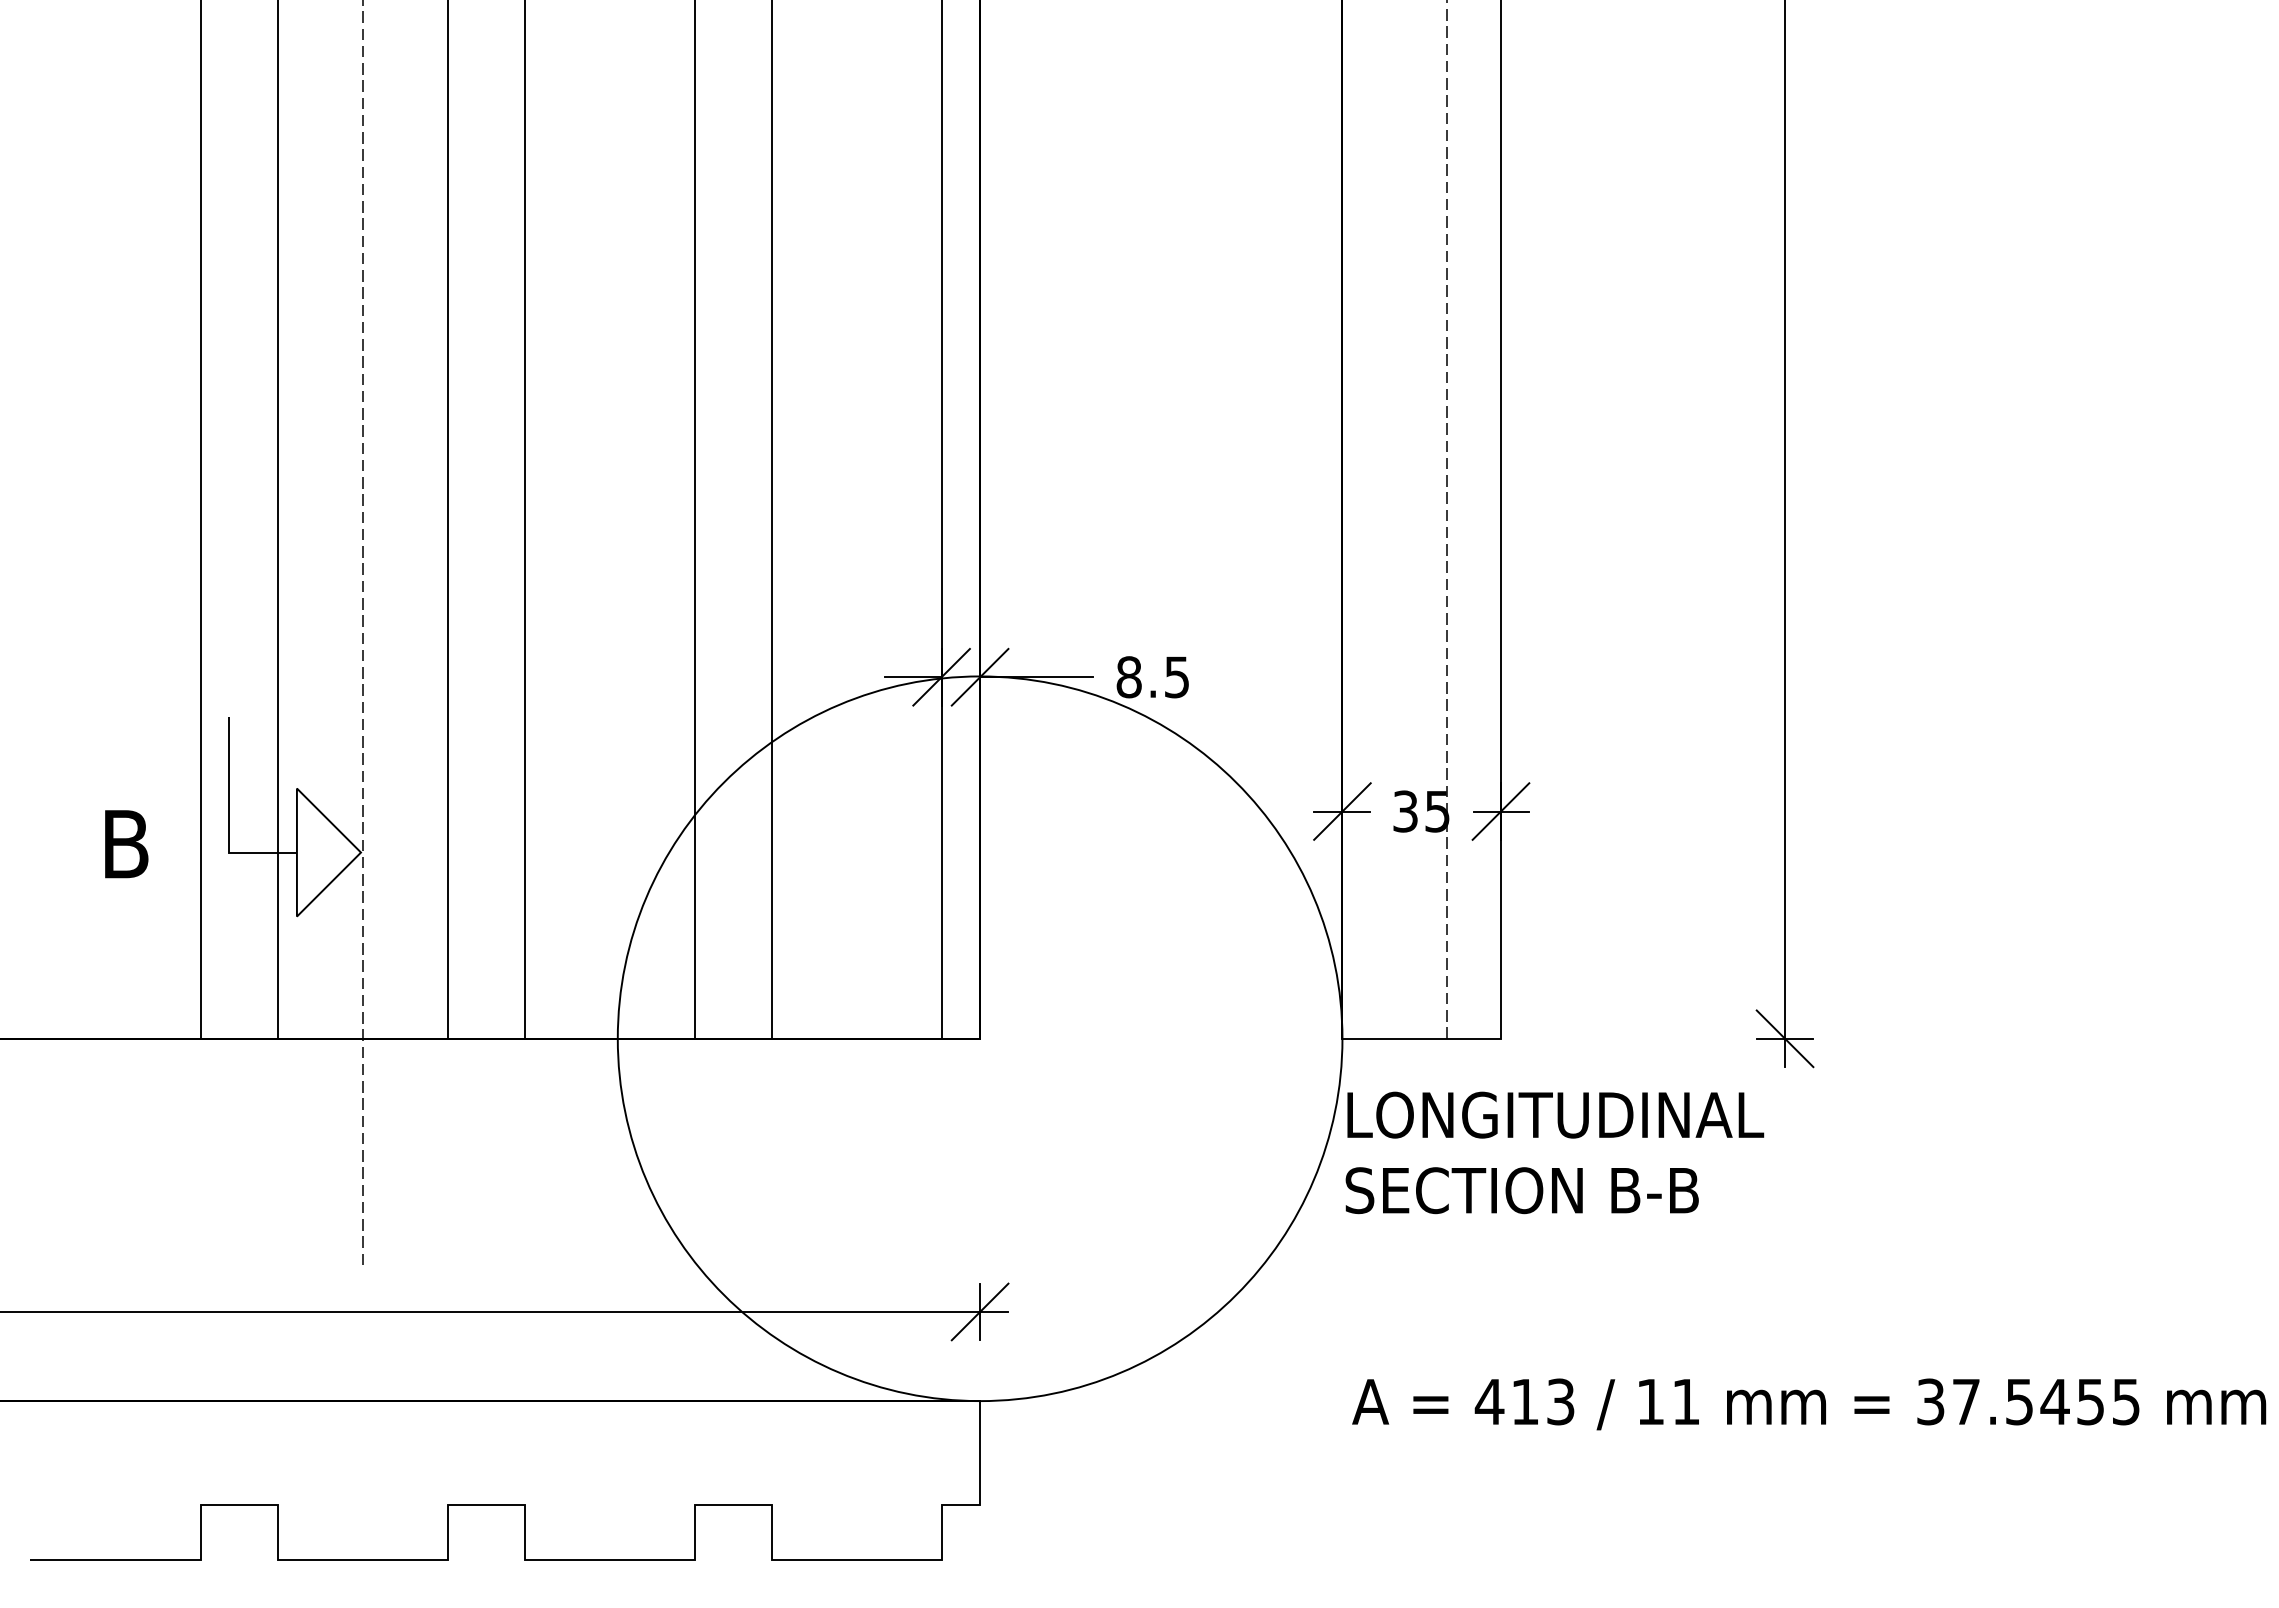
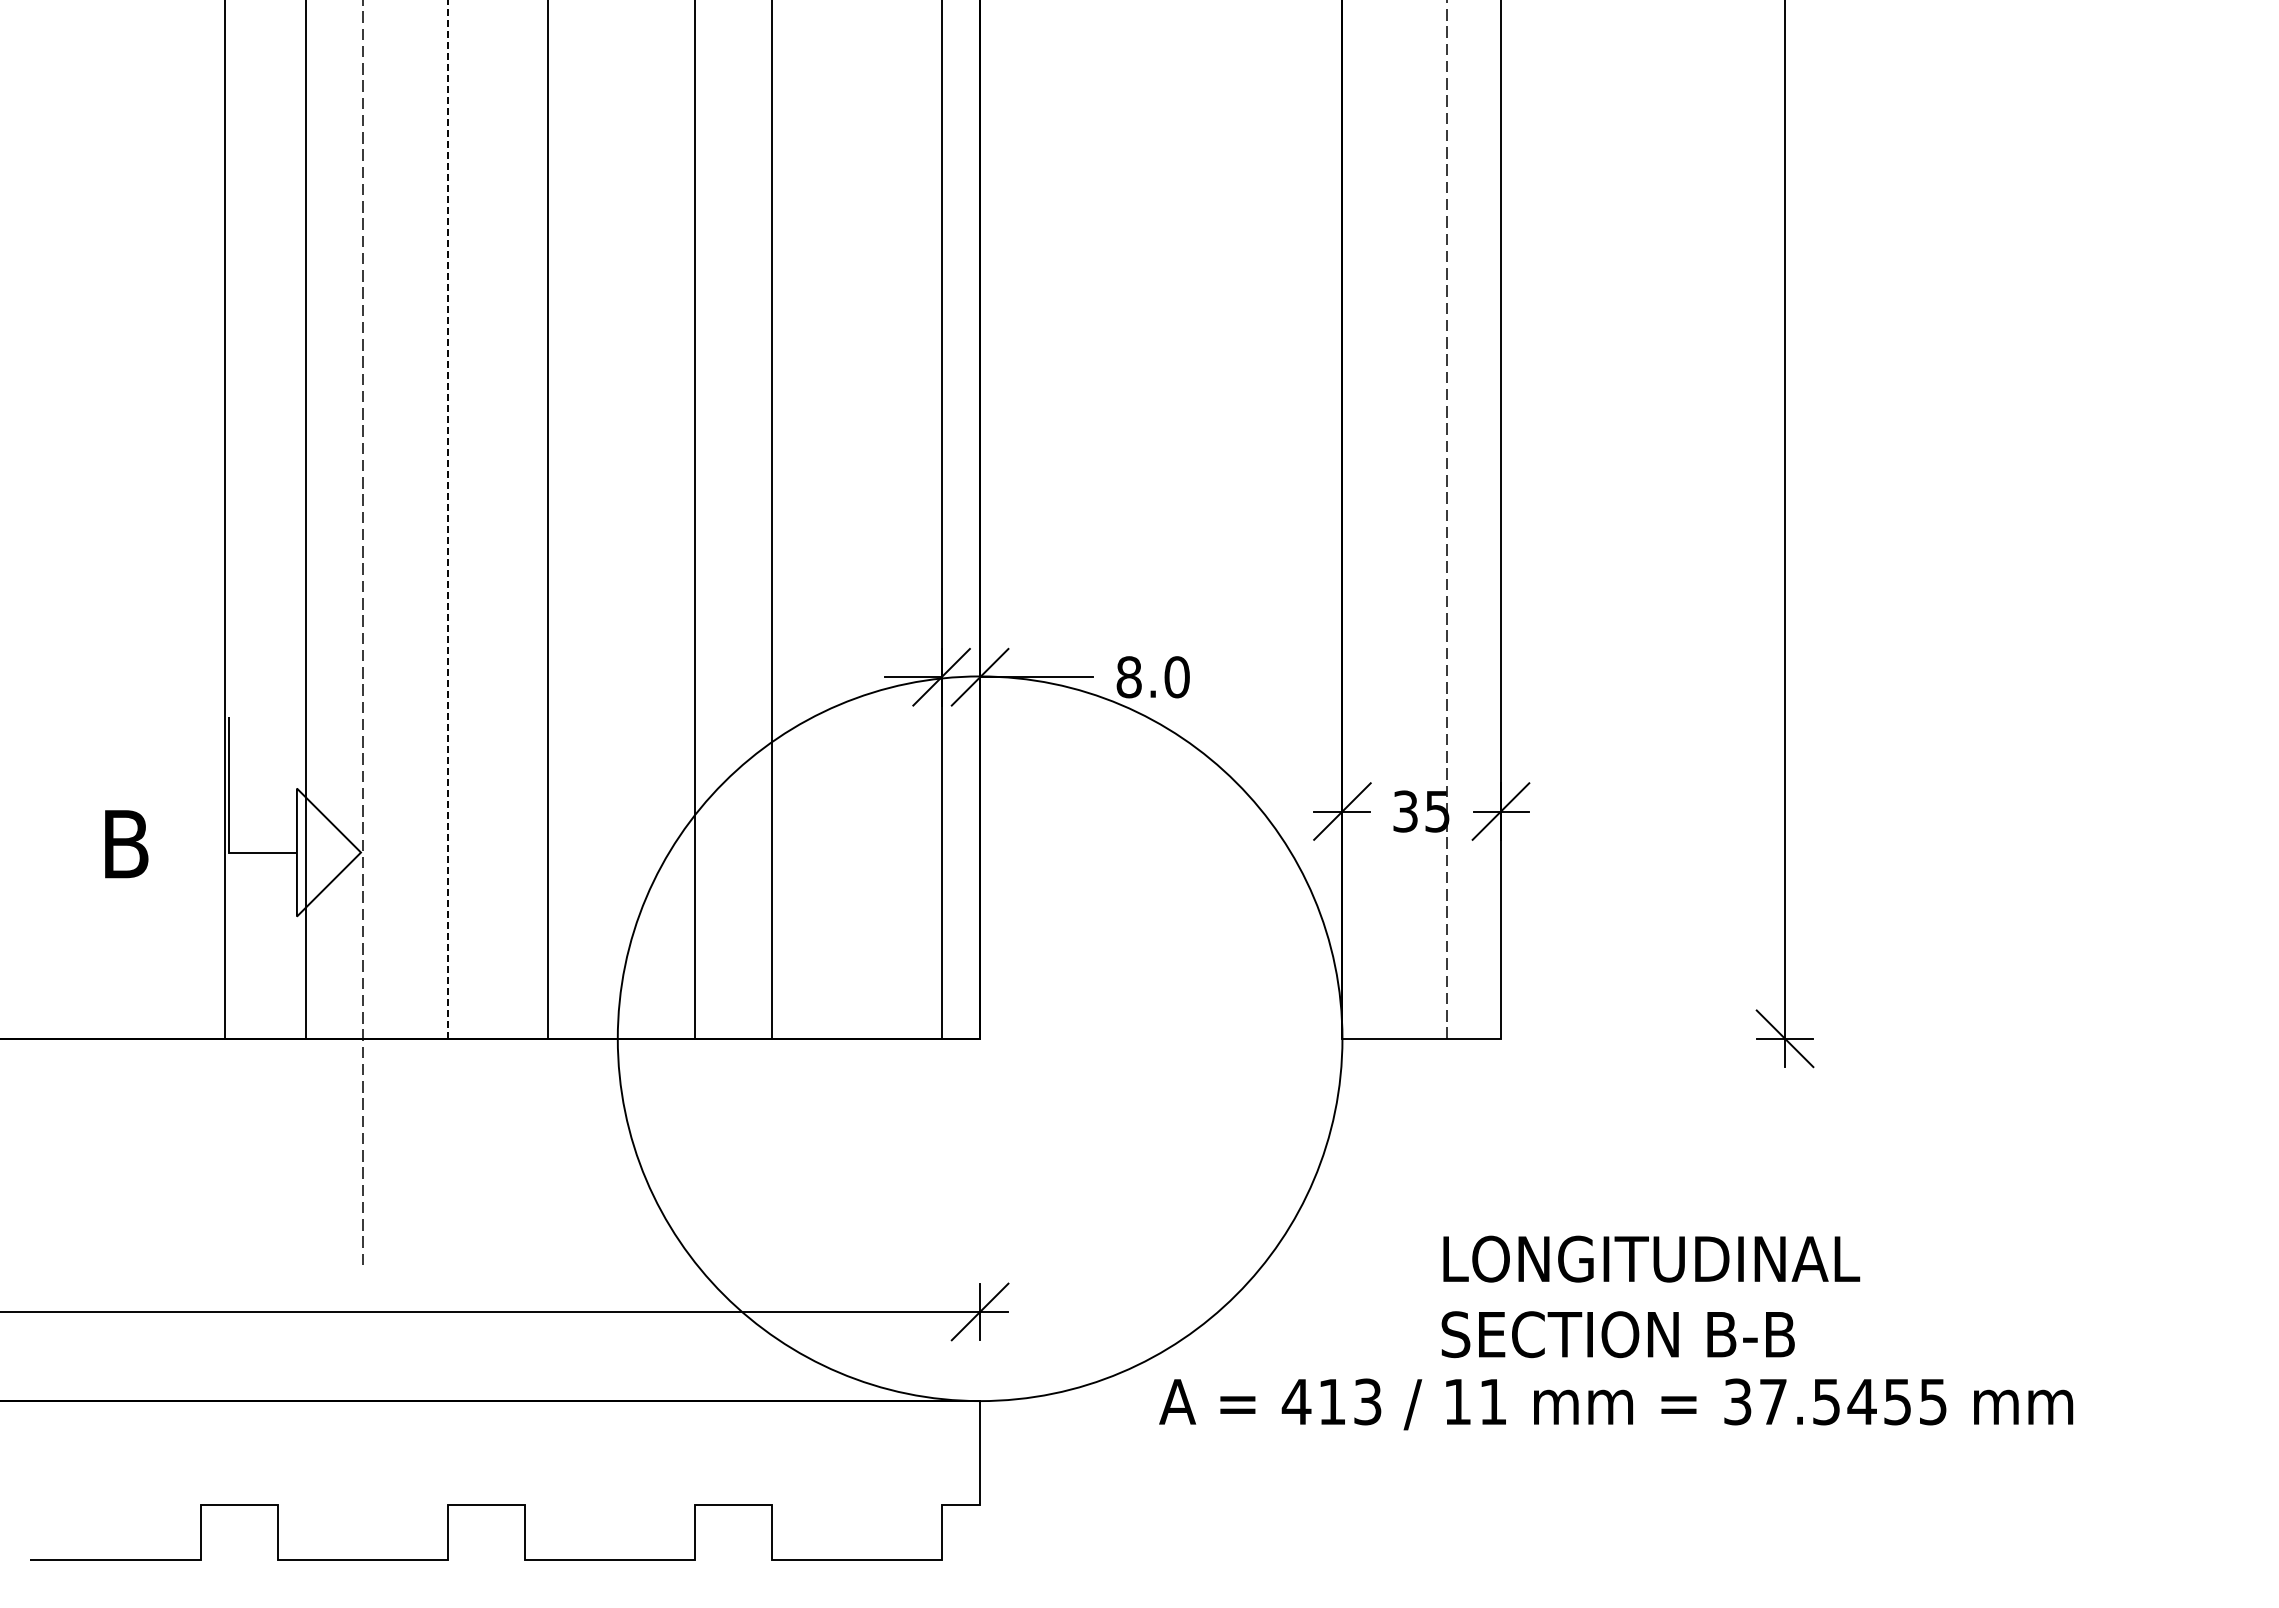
line at (447, 519): solid -> dashed
line at (200, 520) position: (200, 520) -> (224, 520)
line at (277, 520) position: (277, 520) -> (305, 520)
line at (524, 520) position: (524, 520) -> (547, 520)
text at (1176, 677): 8.5 -> 8.0
text at (1554, 1152) position: (1554, 1152) -> (1650, 1296)
text at (1809, 1404) position: (1809, 1404) -> (1616, 1404)
